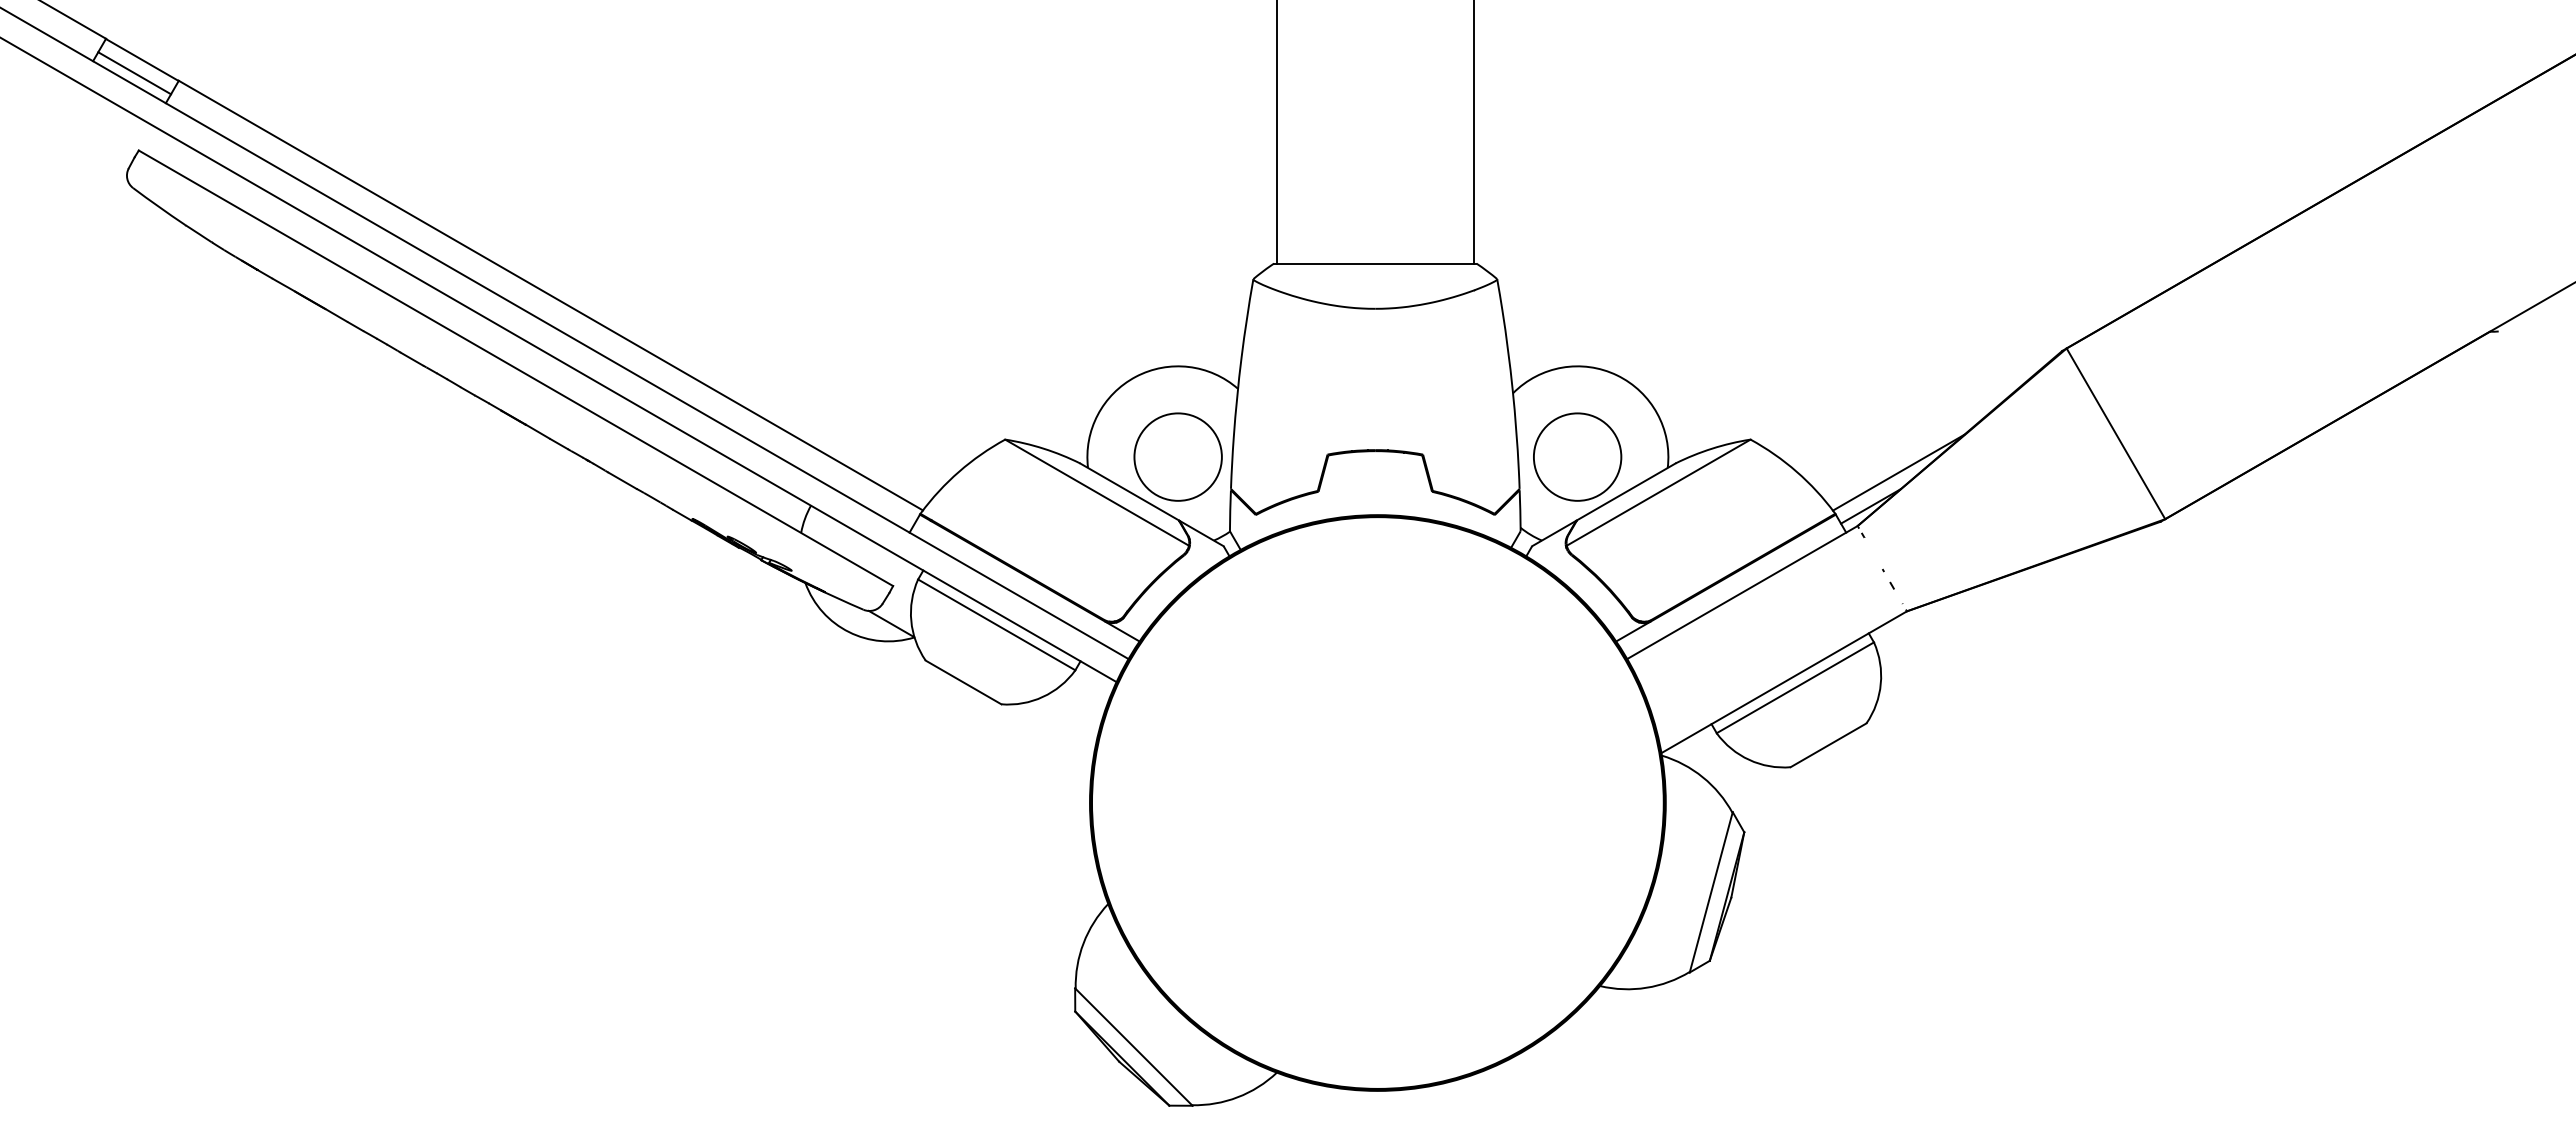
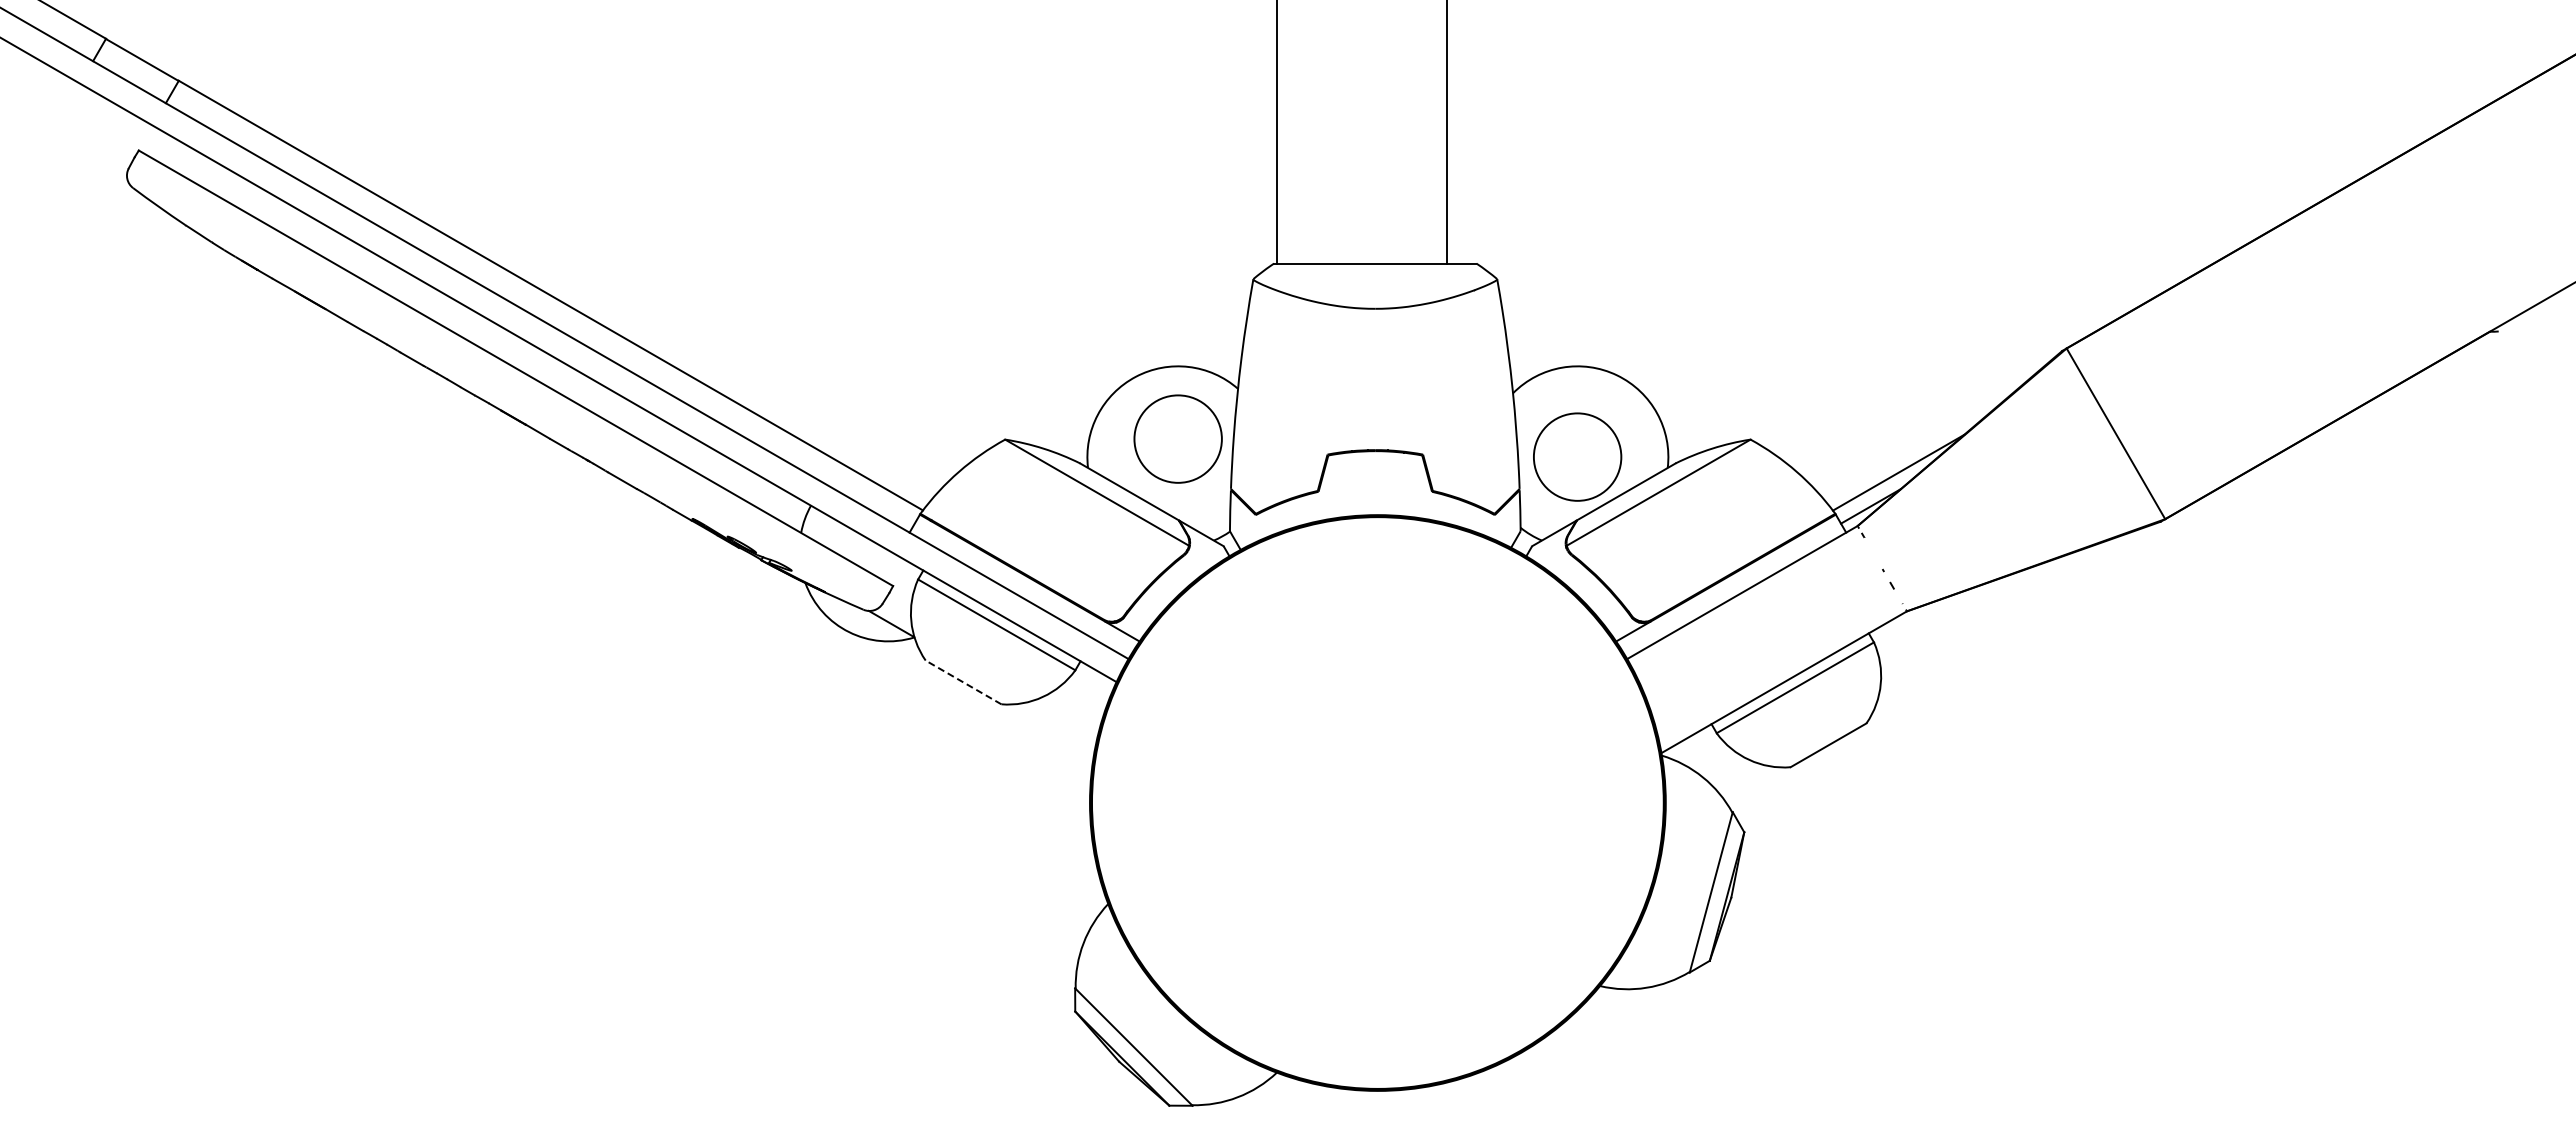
line at (134, 73): present -> none
line at (1473, 132) position: (1473, 132) -> (1446, 132)
circle at (1177, 456) position: (1177, 456) -> (1177, 438)
line at (963, 682): solid -> dashed
